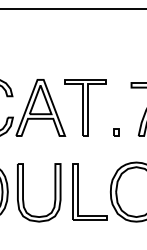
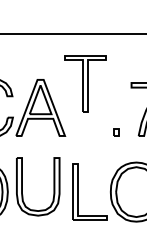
line at (72, 9) position: (72, 9) -> (72, 34)
part at (85, 107) position: (85, 107) -> (85, 83)
part at (54, 192) position: (54, 192) -> (53, 186)
